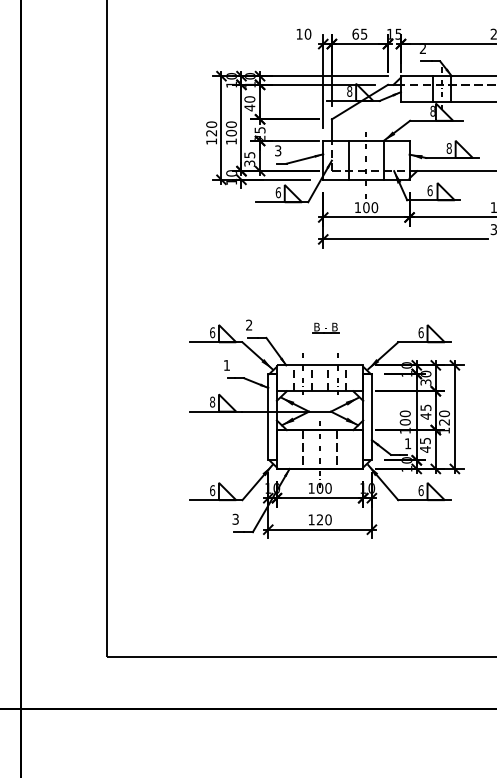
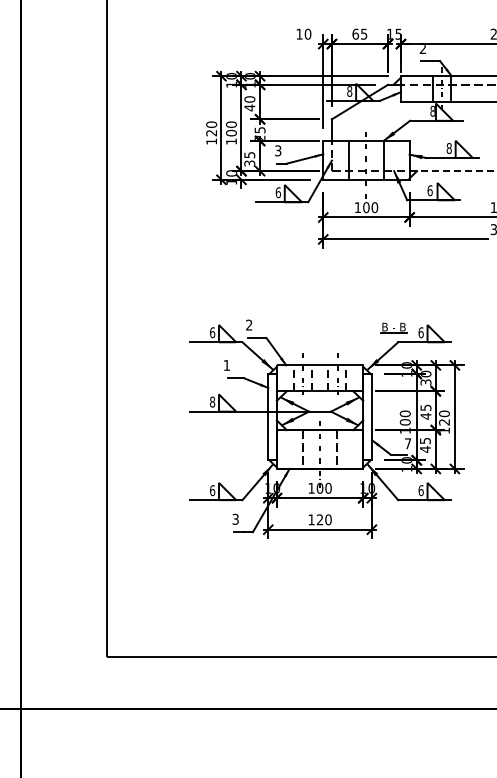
line at (453, 171): solid -> dashed
part at (325, 327) position: (325, 327) -> (393, 327)
text at (408, 443): 1 -> 7
